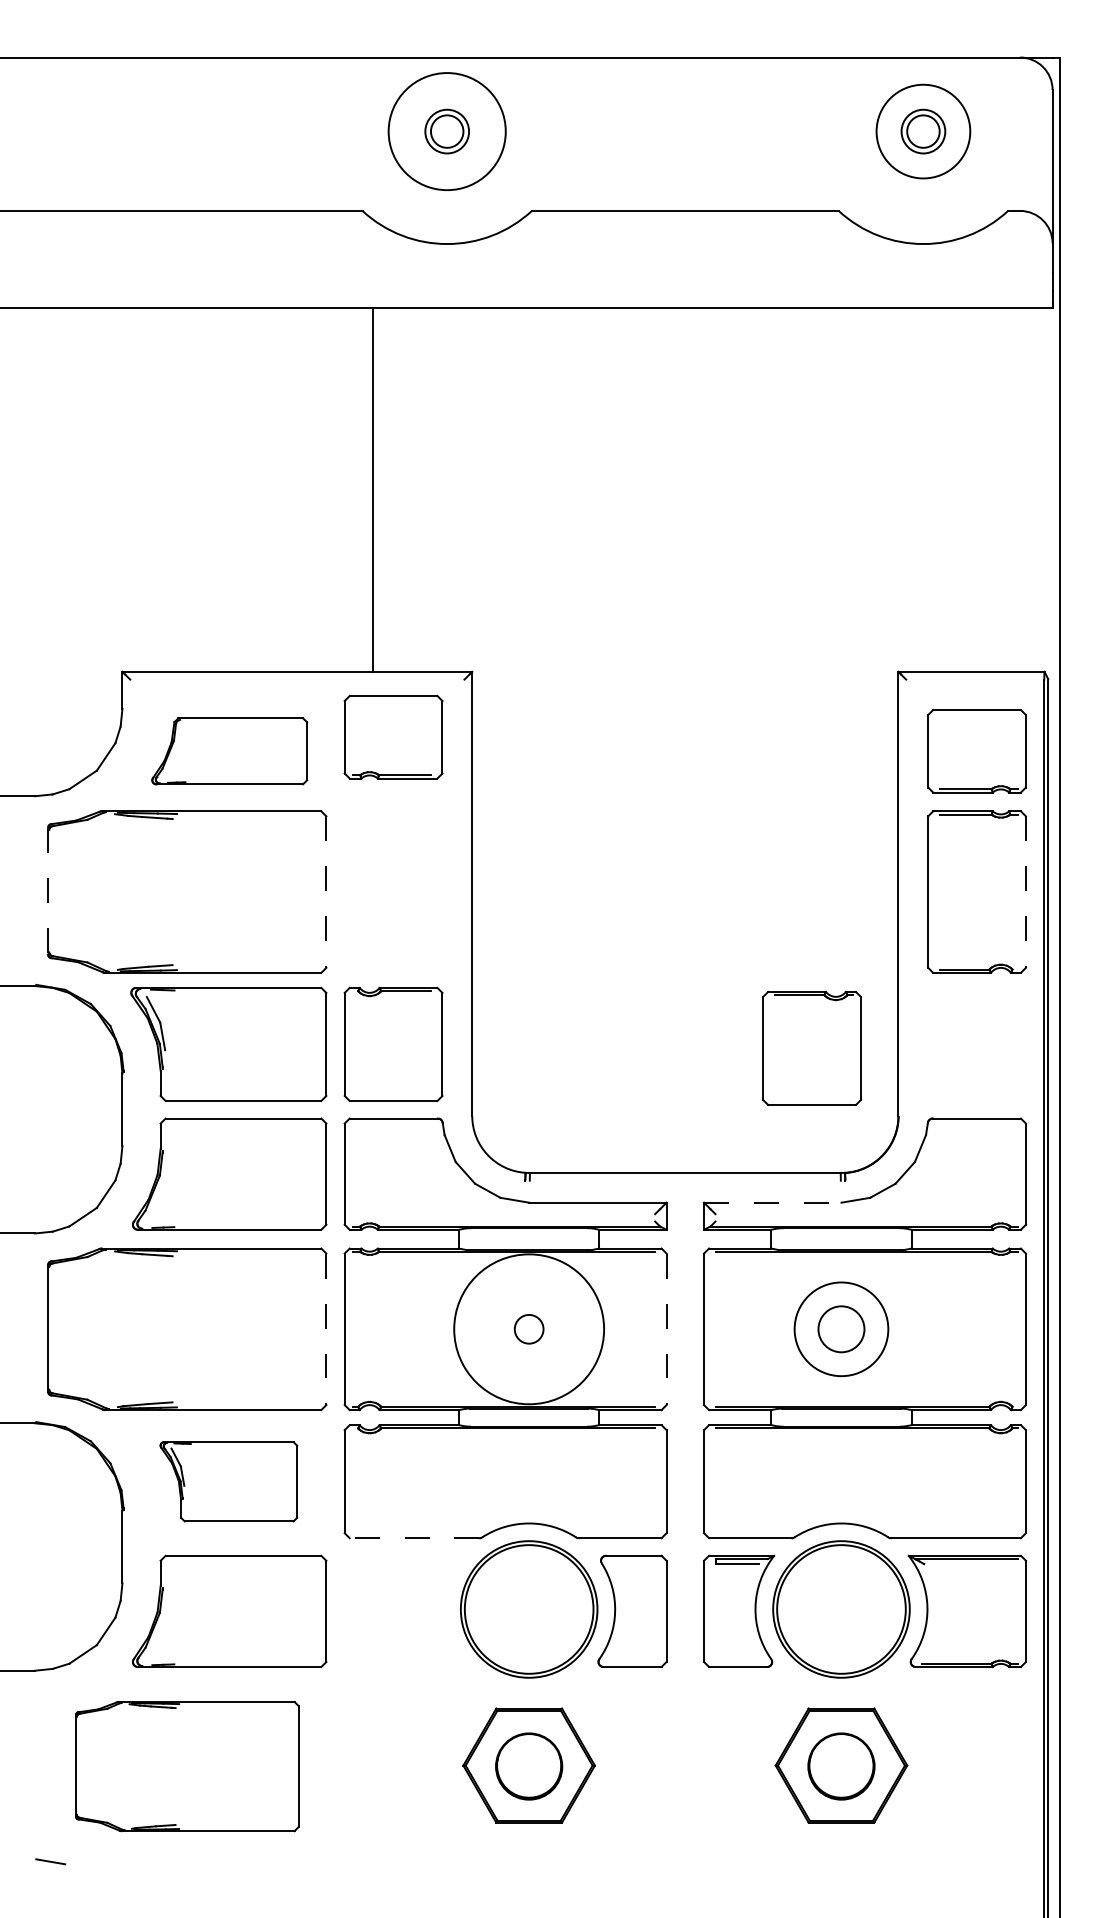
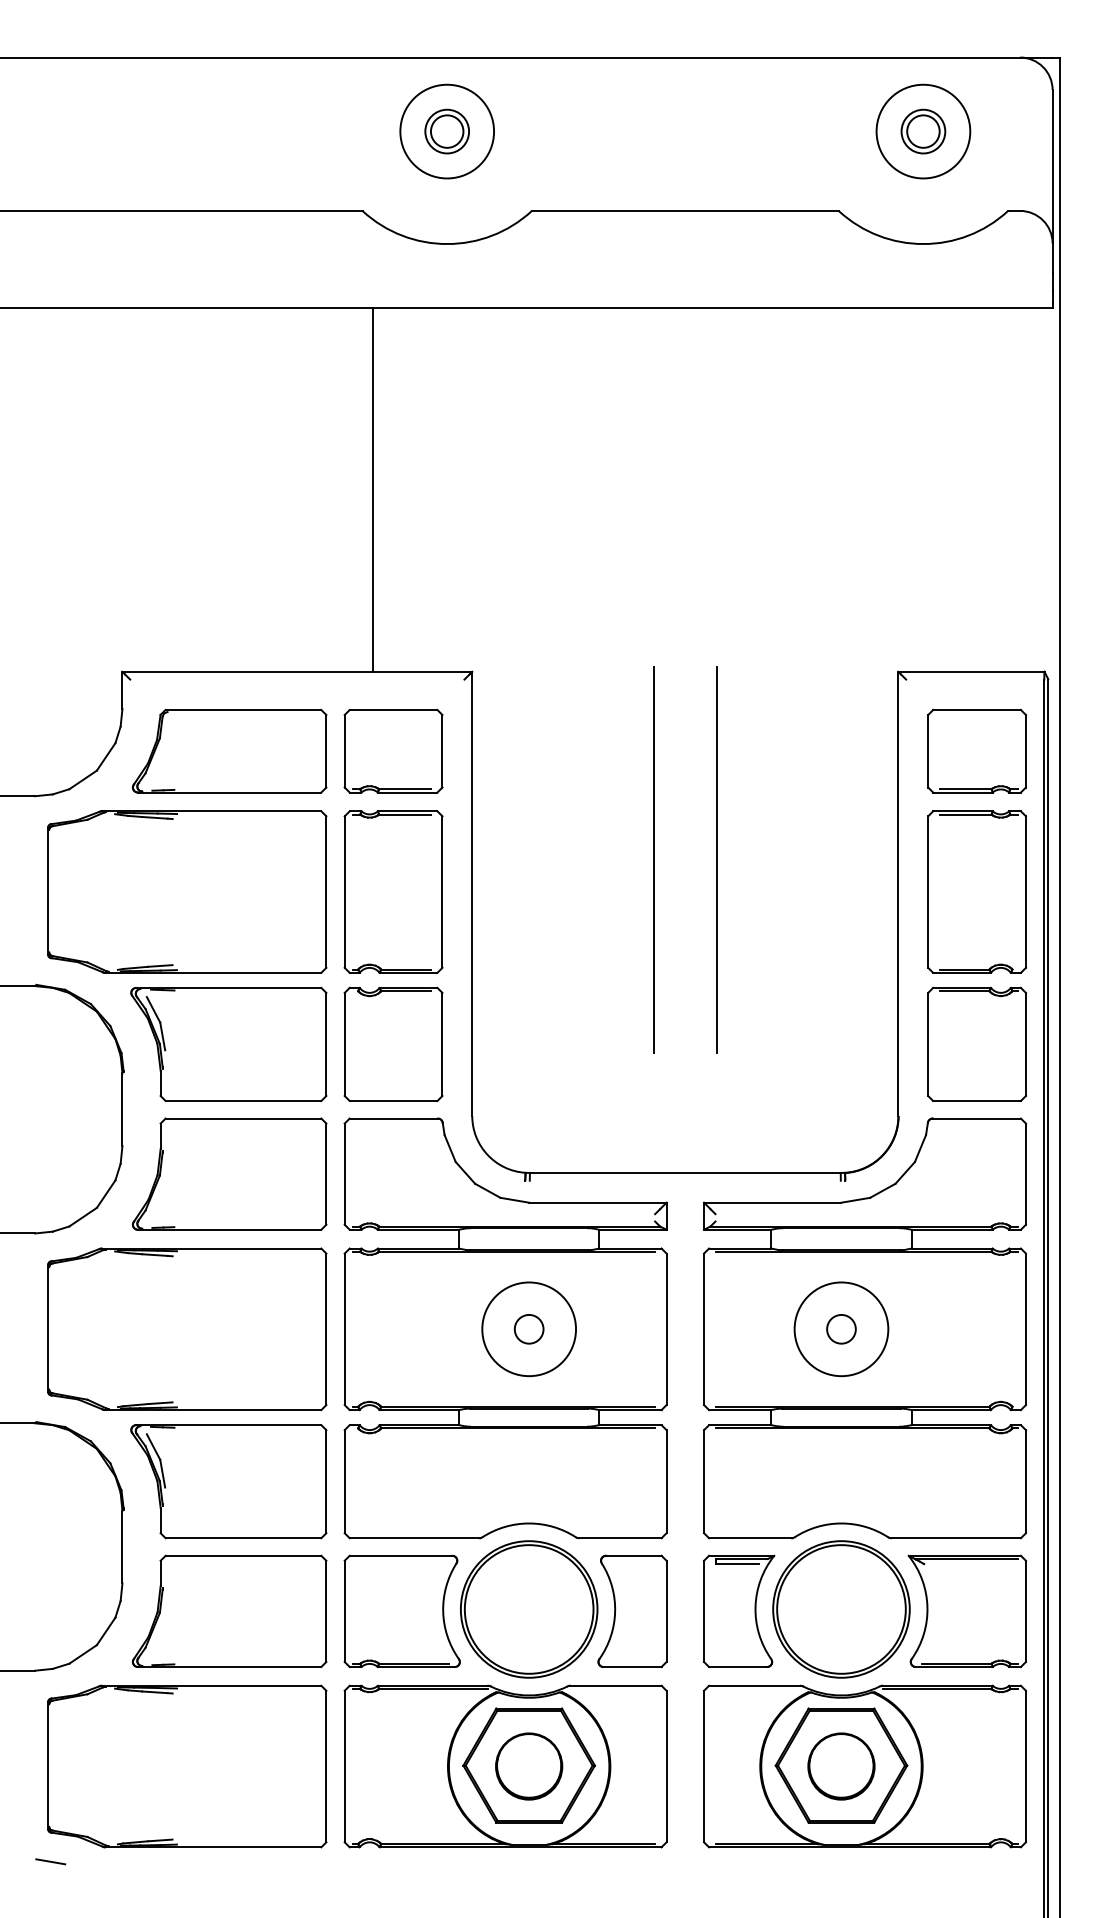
circle at (446, 131) diameter: 117 px -> 94 px
part at (393, 737) position: (393, 737) -> (393, 751)
part at (229, 751) size: 158x69 px -> 196x85 px
line at (653, 859): none -> present
line at (716, 859): none -> present
line at (48, 891): dashed -> solid
part at (393, 891): none -> present
line at (326, 892): dashed -> solid
line at (1025, 892): dashed -> solid
part at (811, 1047) position: (811, 1047) -> (976, 1043)
line at (772, 1202): dashed -> solid
line at (326, 1329): dashed -> solid
circle at (529, 1329) diameter: 150 px -> 94 px
line at (666, 1329): dashed -> solid
circle at (841, 1329) diameter: 46 px -> 29 px
part at (228, 1481) size: 140x82 px -> 198x116 px
line at (414, 1538): dashed -> solid
part at (401, 1611): none -> present
part at (187, 1766) size: 225x133 px -> 281x165 px
part at (505, 1766): none -> present
part at (864, 1766): none -> present
